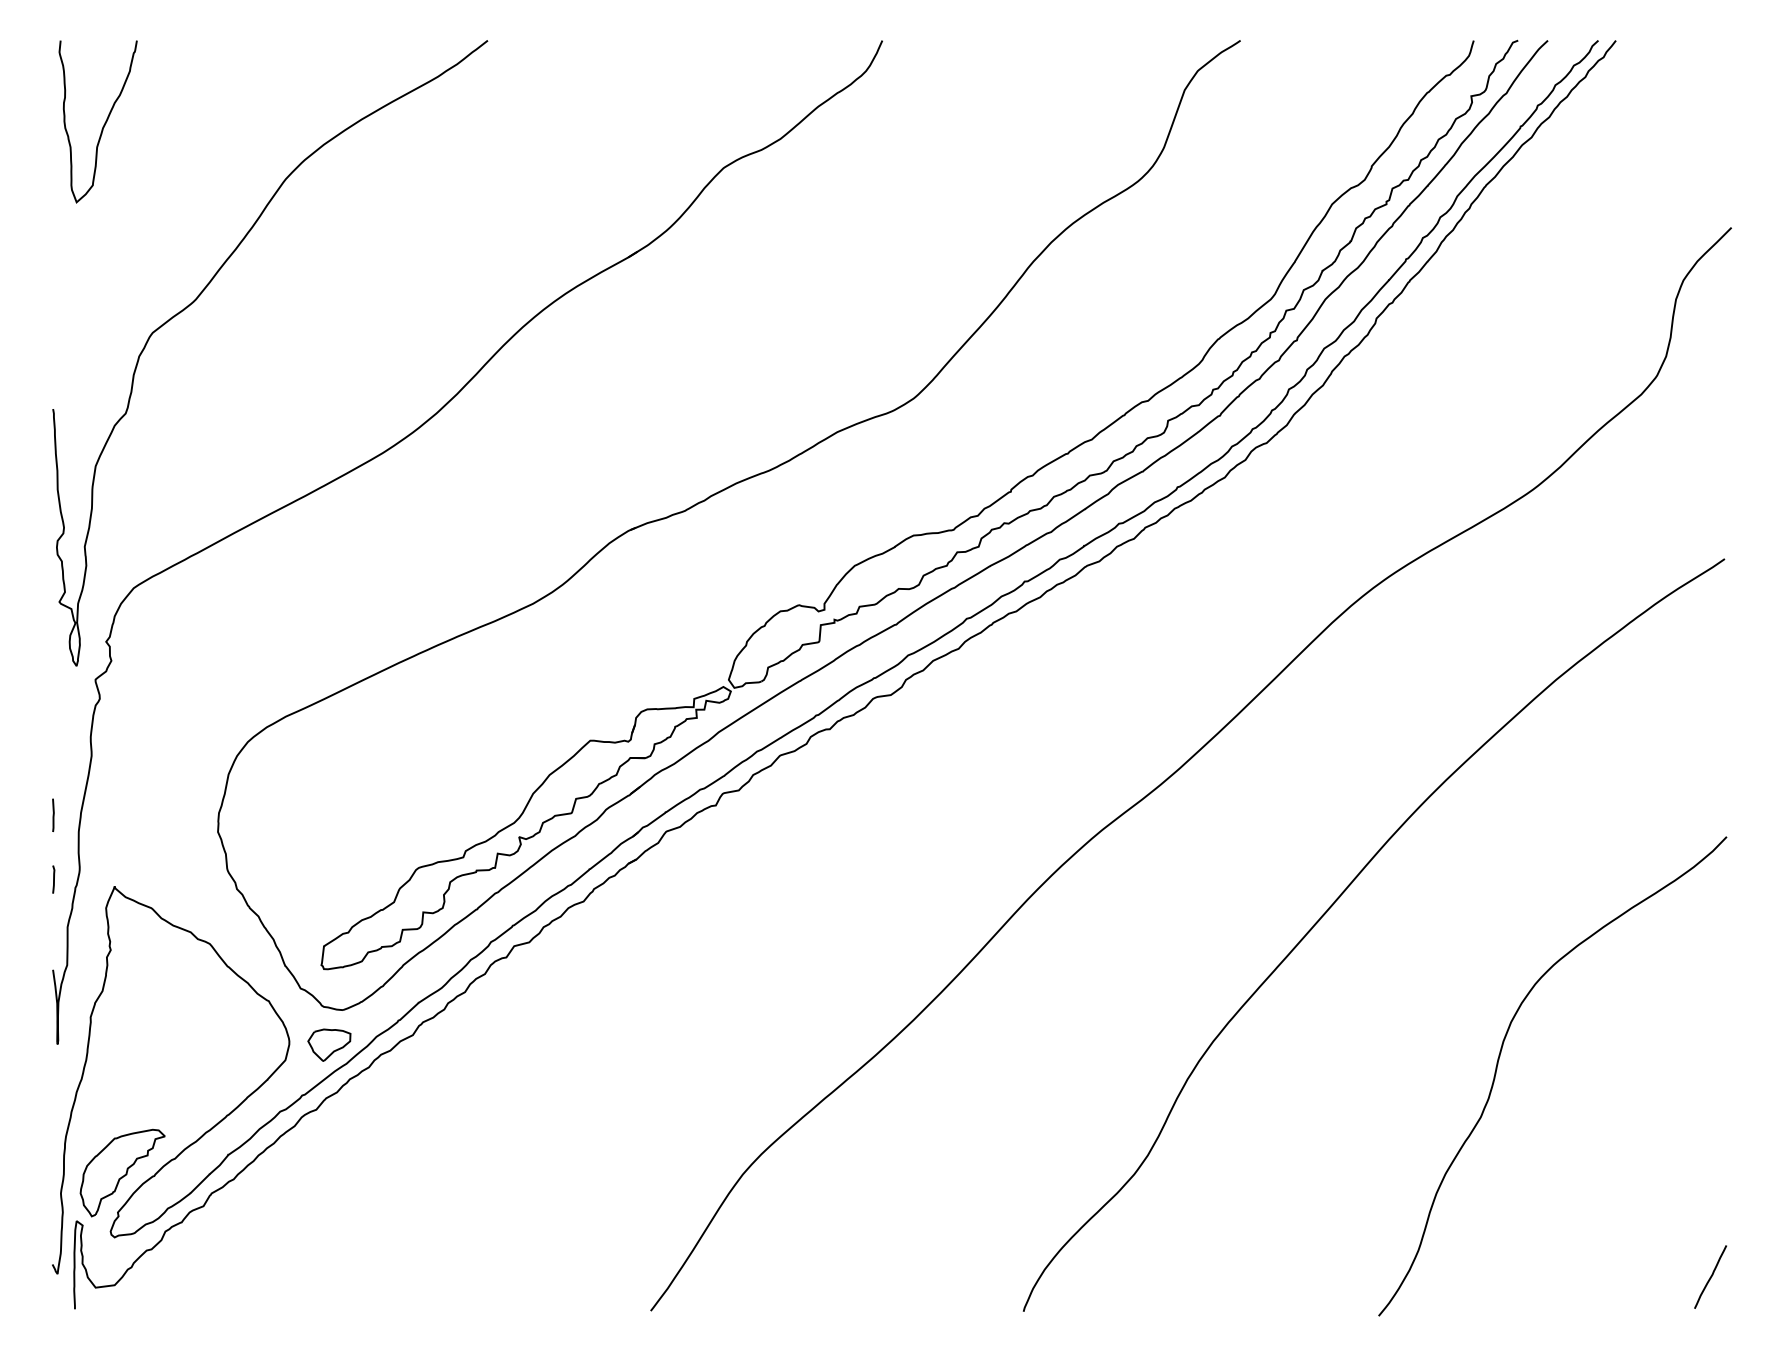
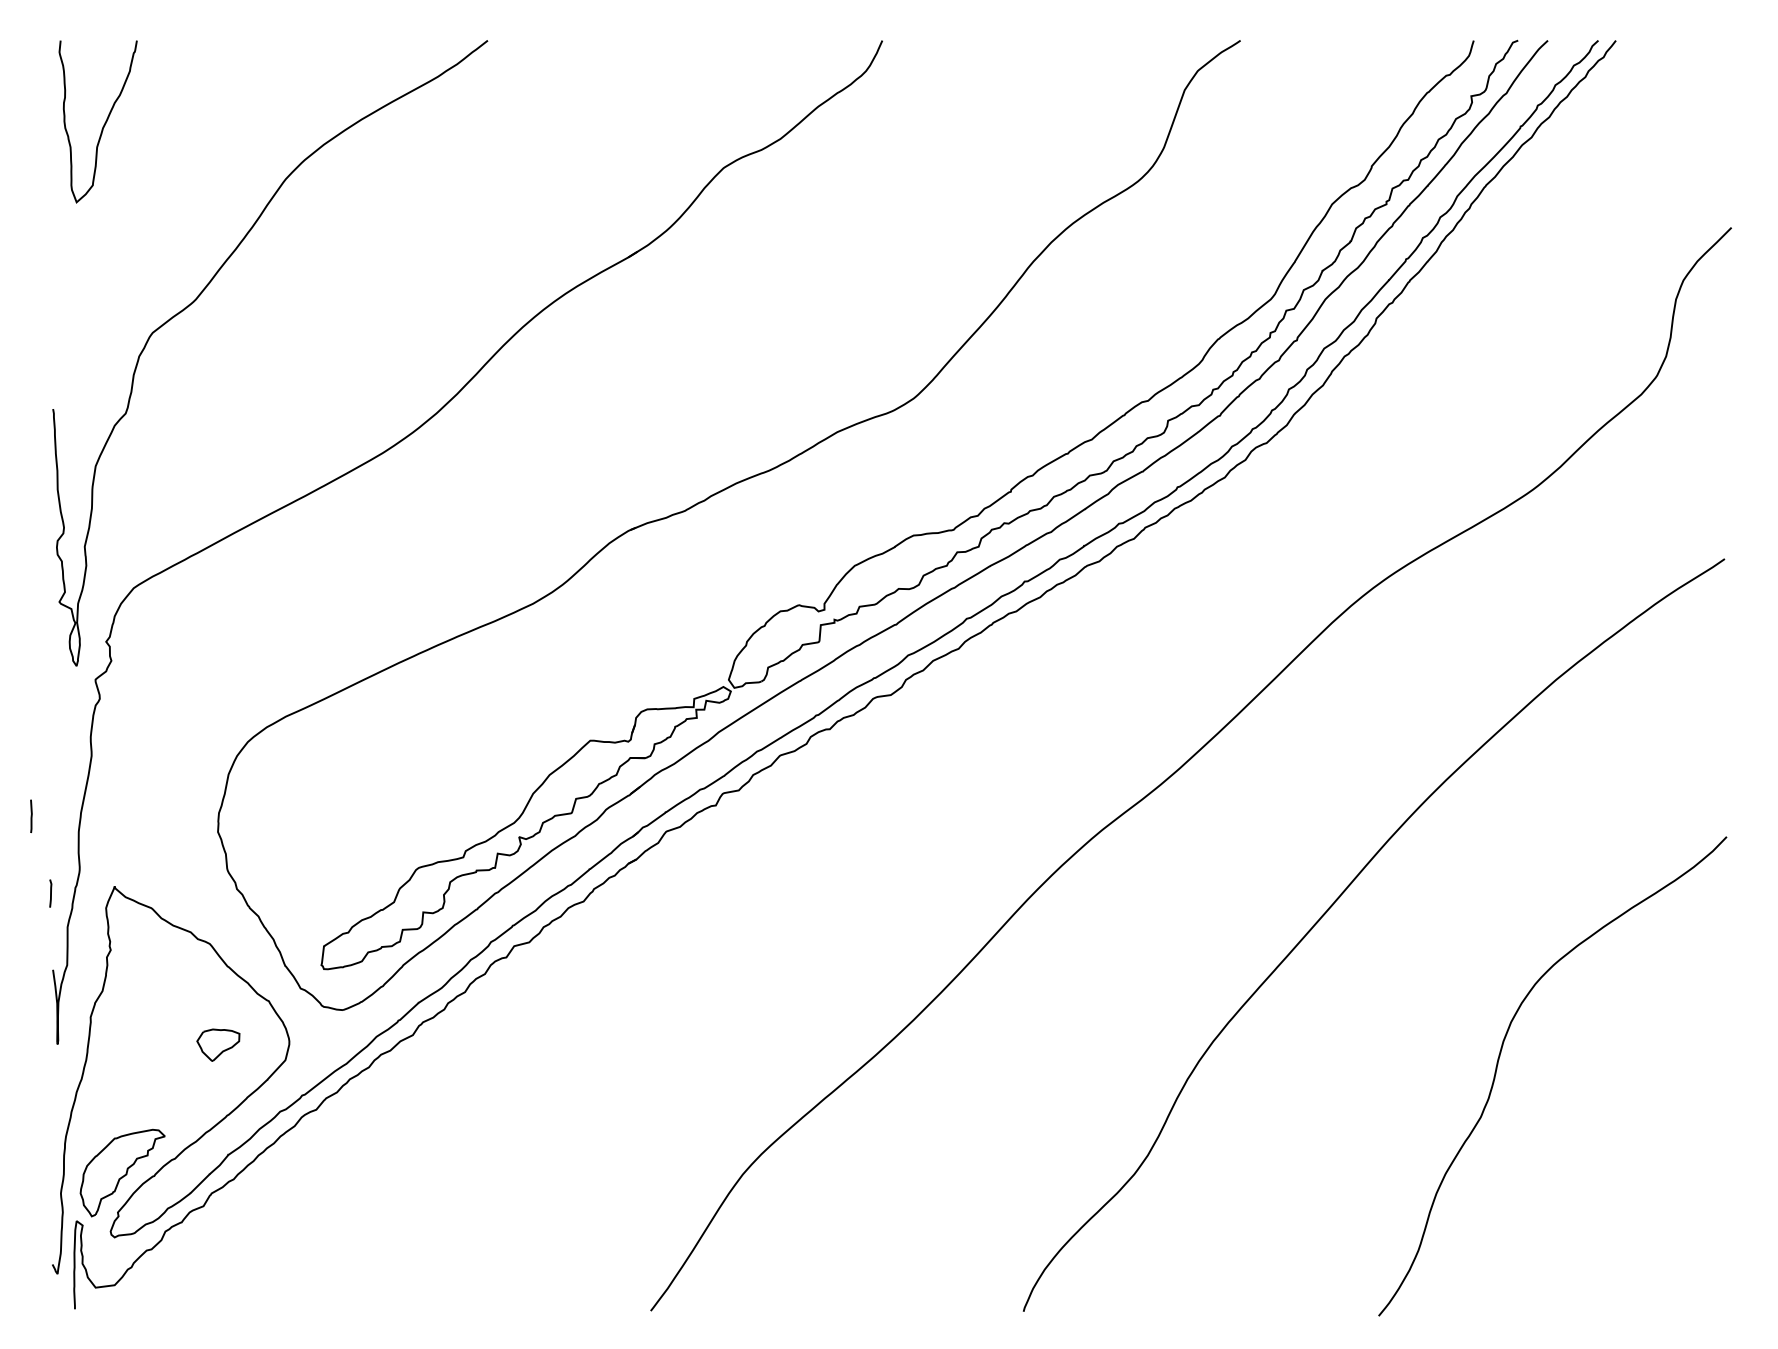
line at (53, 814) position: (53, 814) -> (31, 815)
curve at (53, 879) position: (53, 879) -> (50, 893)
part at (329, 1044) position: (329, 1044) -> (218, 1044)
curve at (1710, 1276): present -> none
